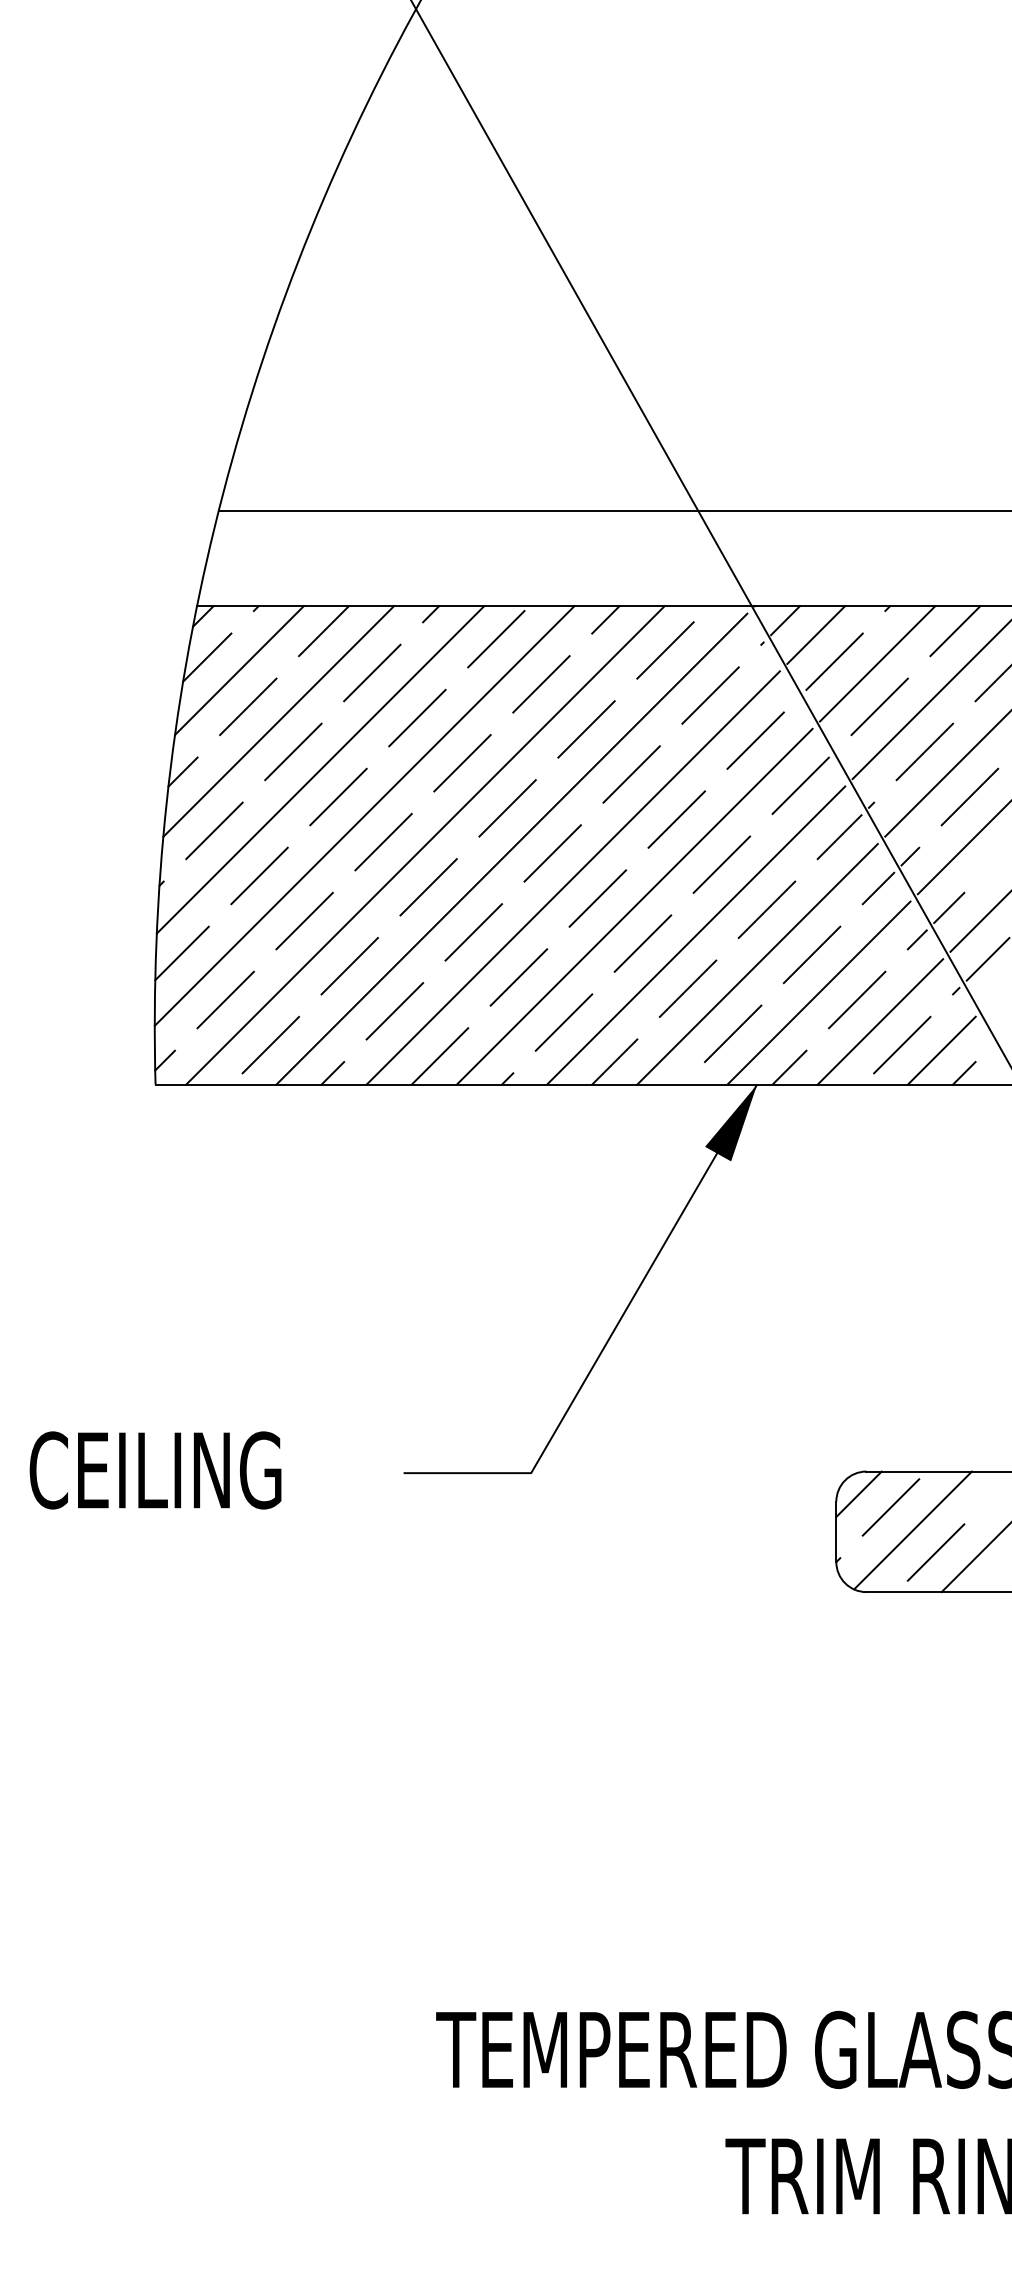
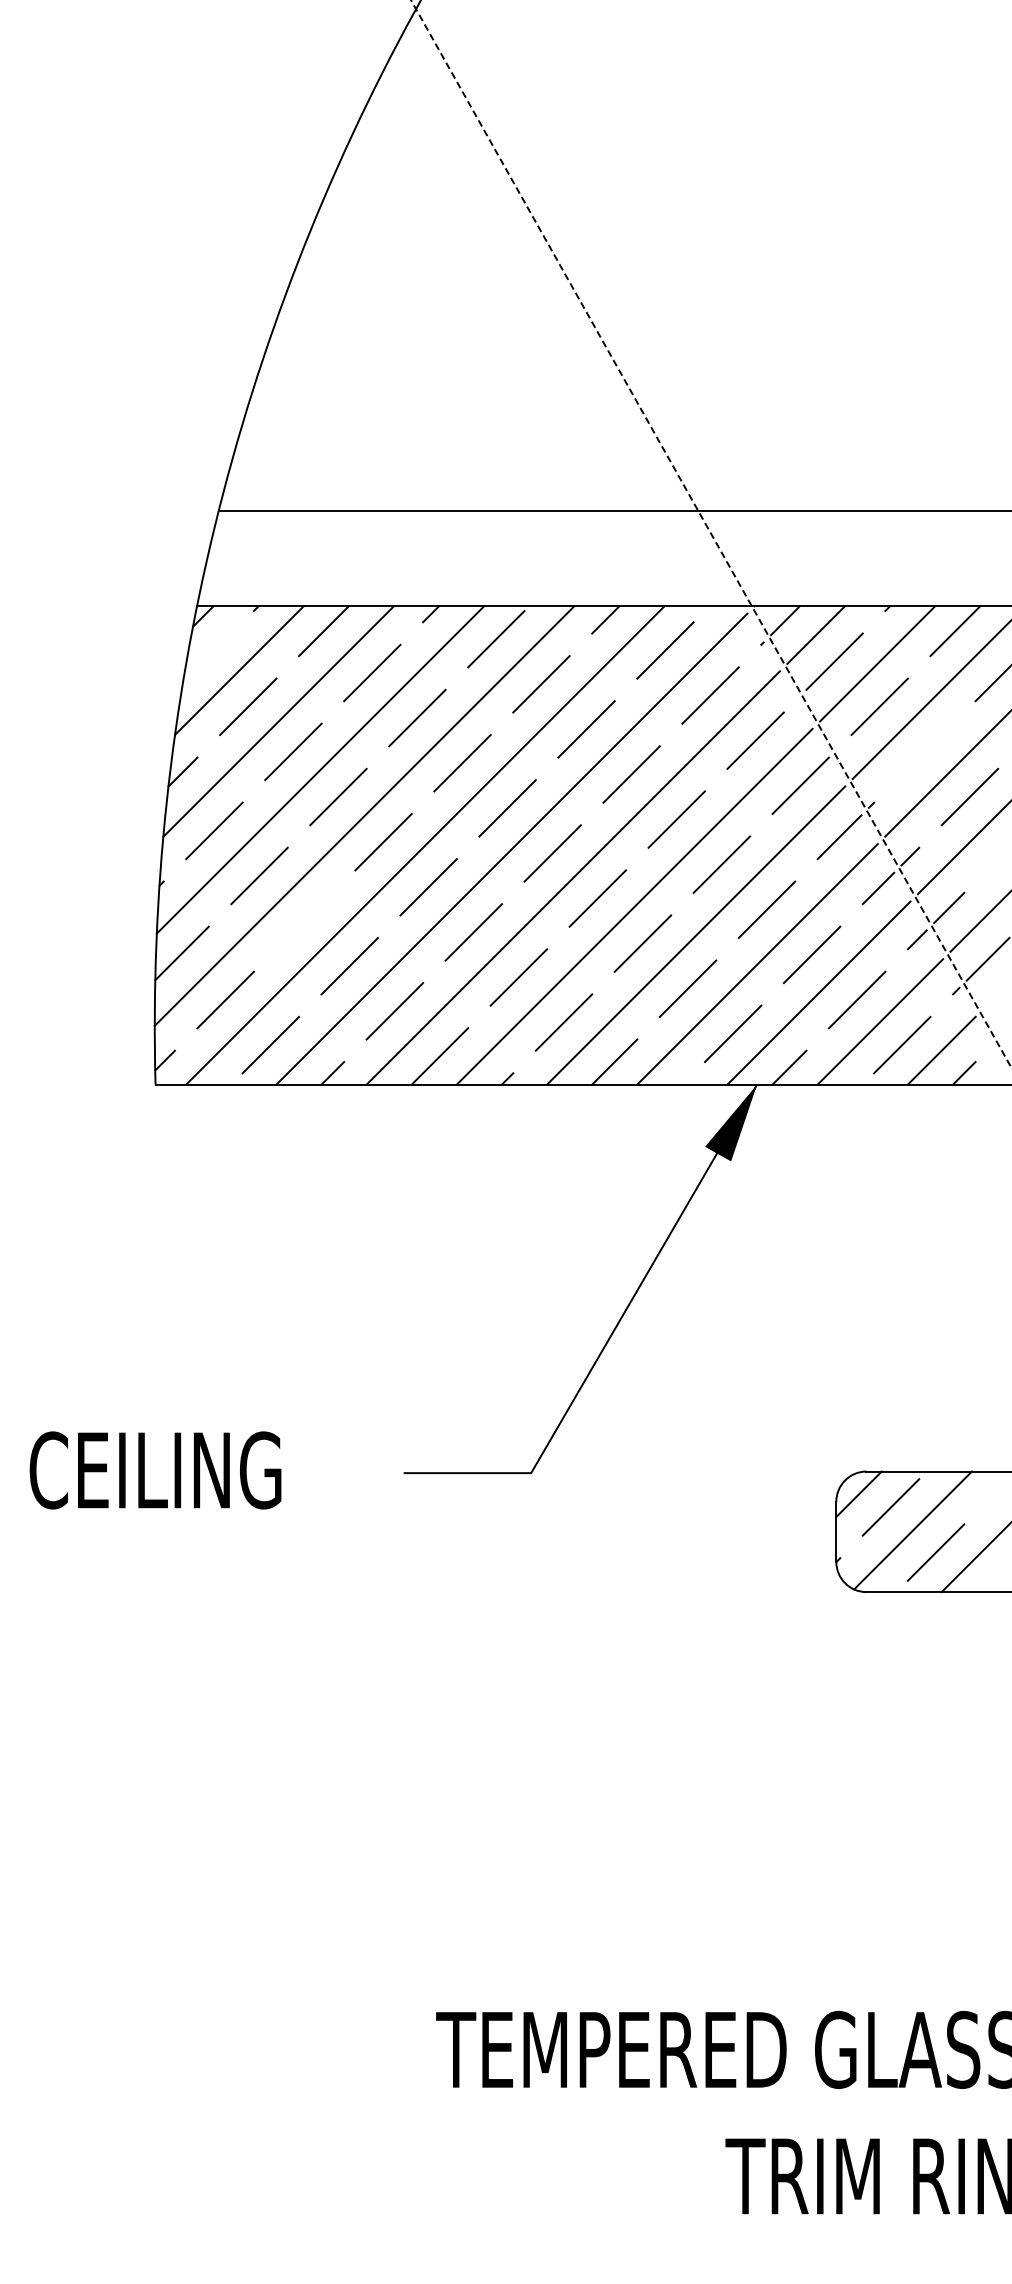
line at (711, 534): solid -> dashed
line at (207, 657): present -> none
line at (924, 751): present -> none
line at (304, 920): present -> none
